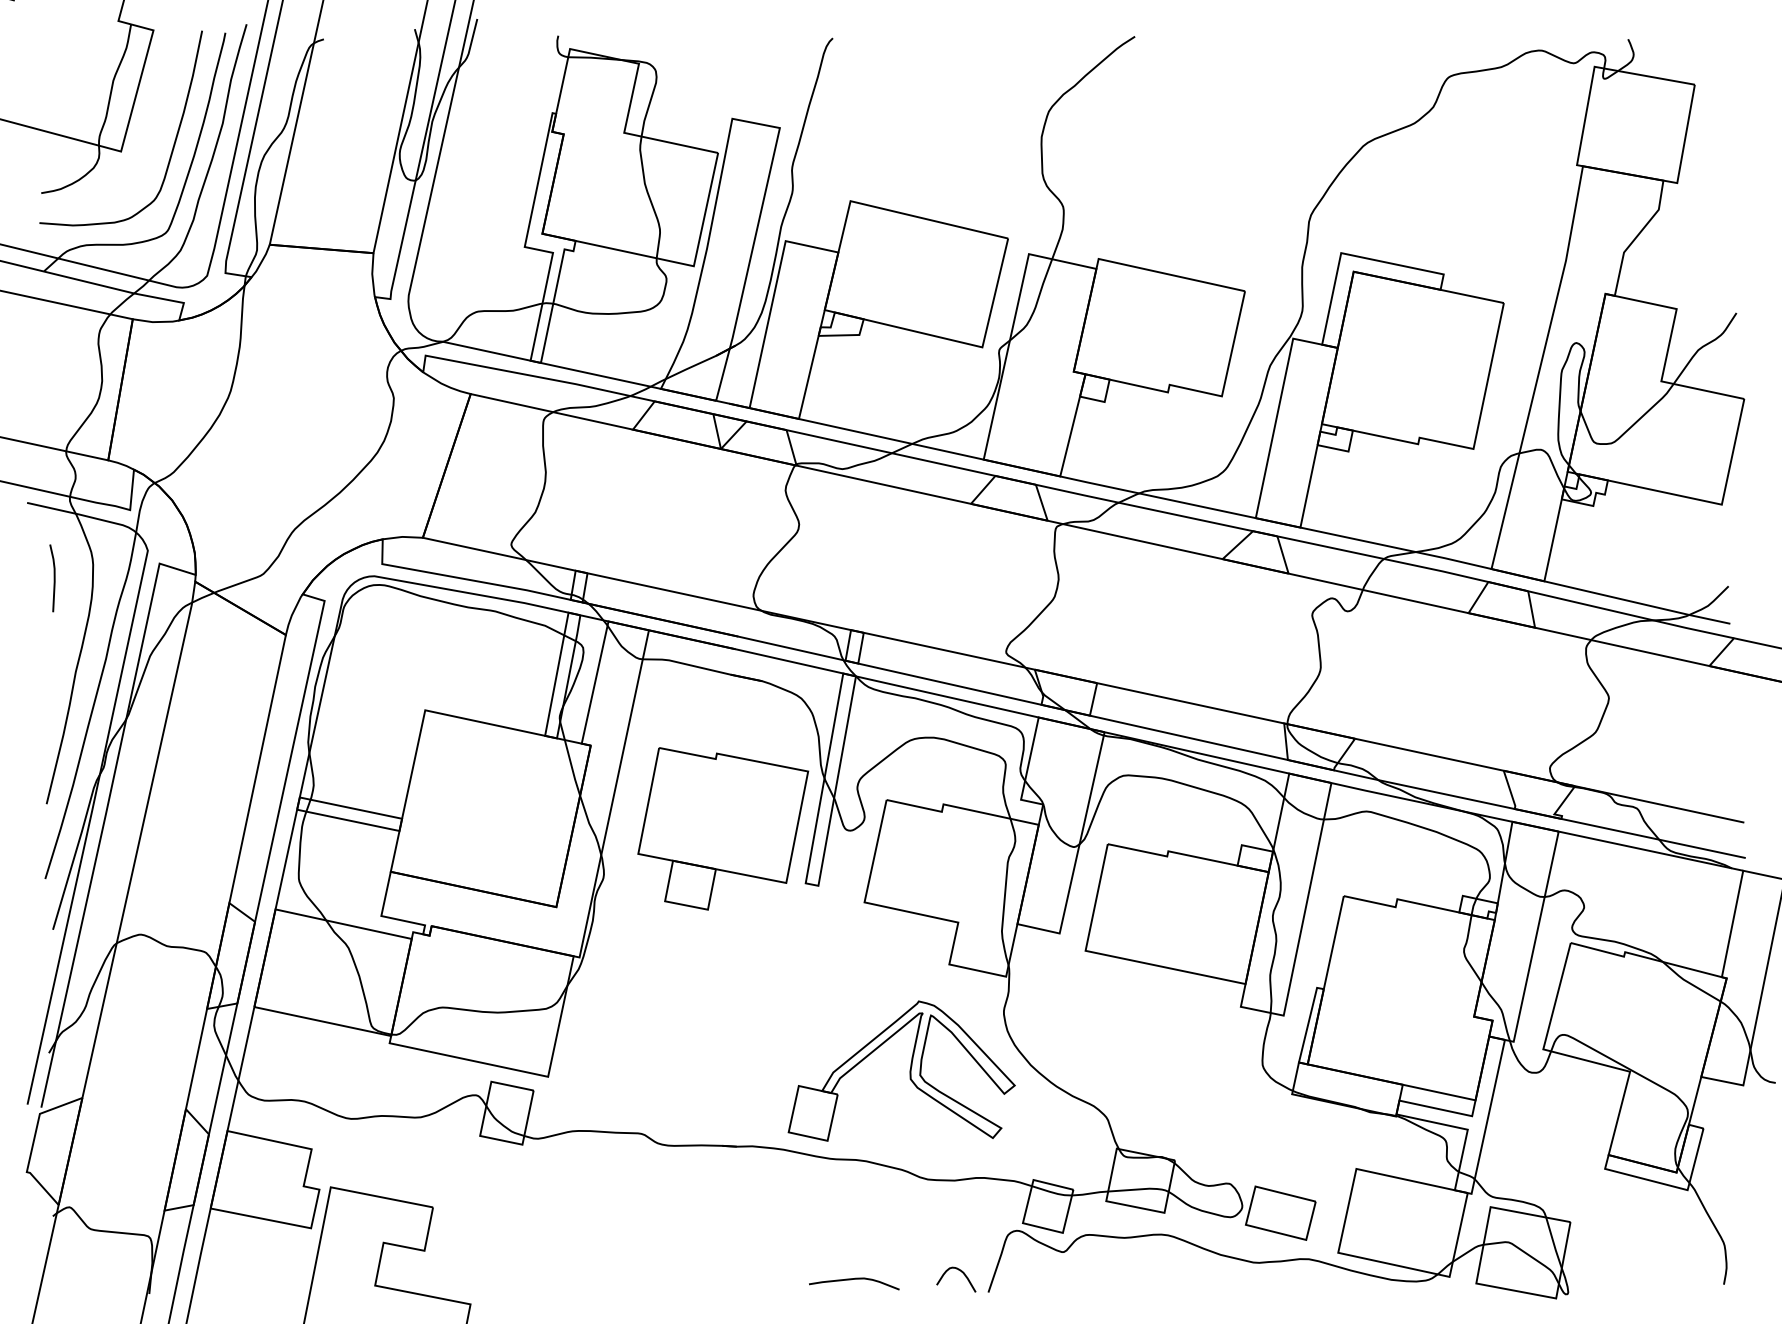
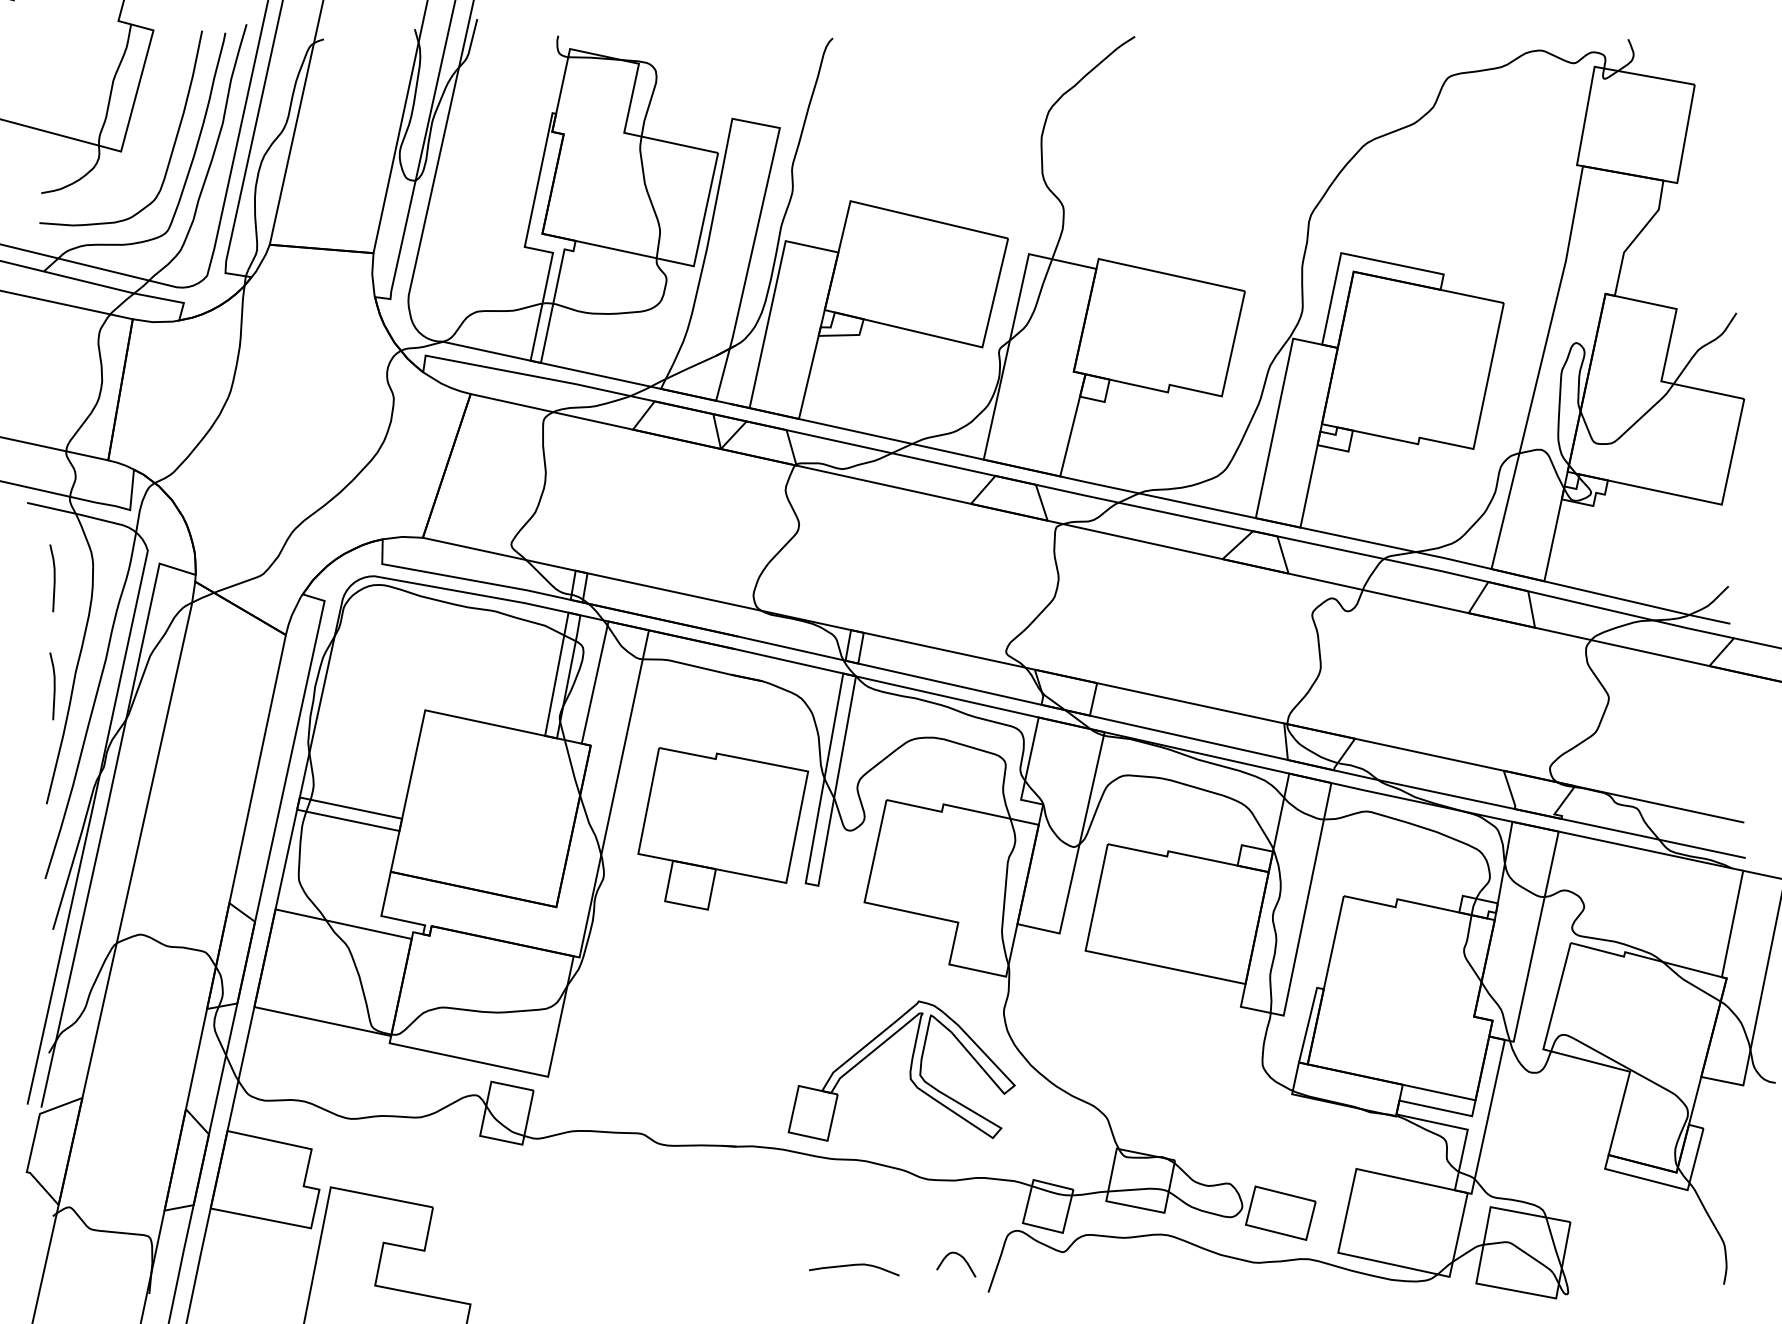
line at (53, 686): none -> present
curve at (962, 1273) position: (962, 1273) -> (962, 1258)
curve at (854, 1279) position: (854, 1279) -> (854, 1265)
